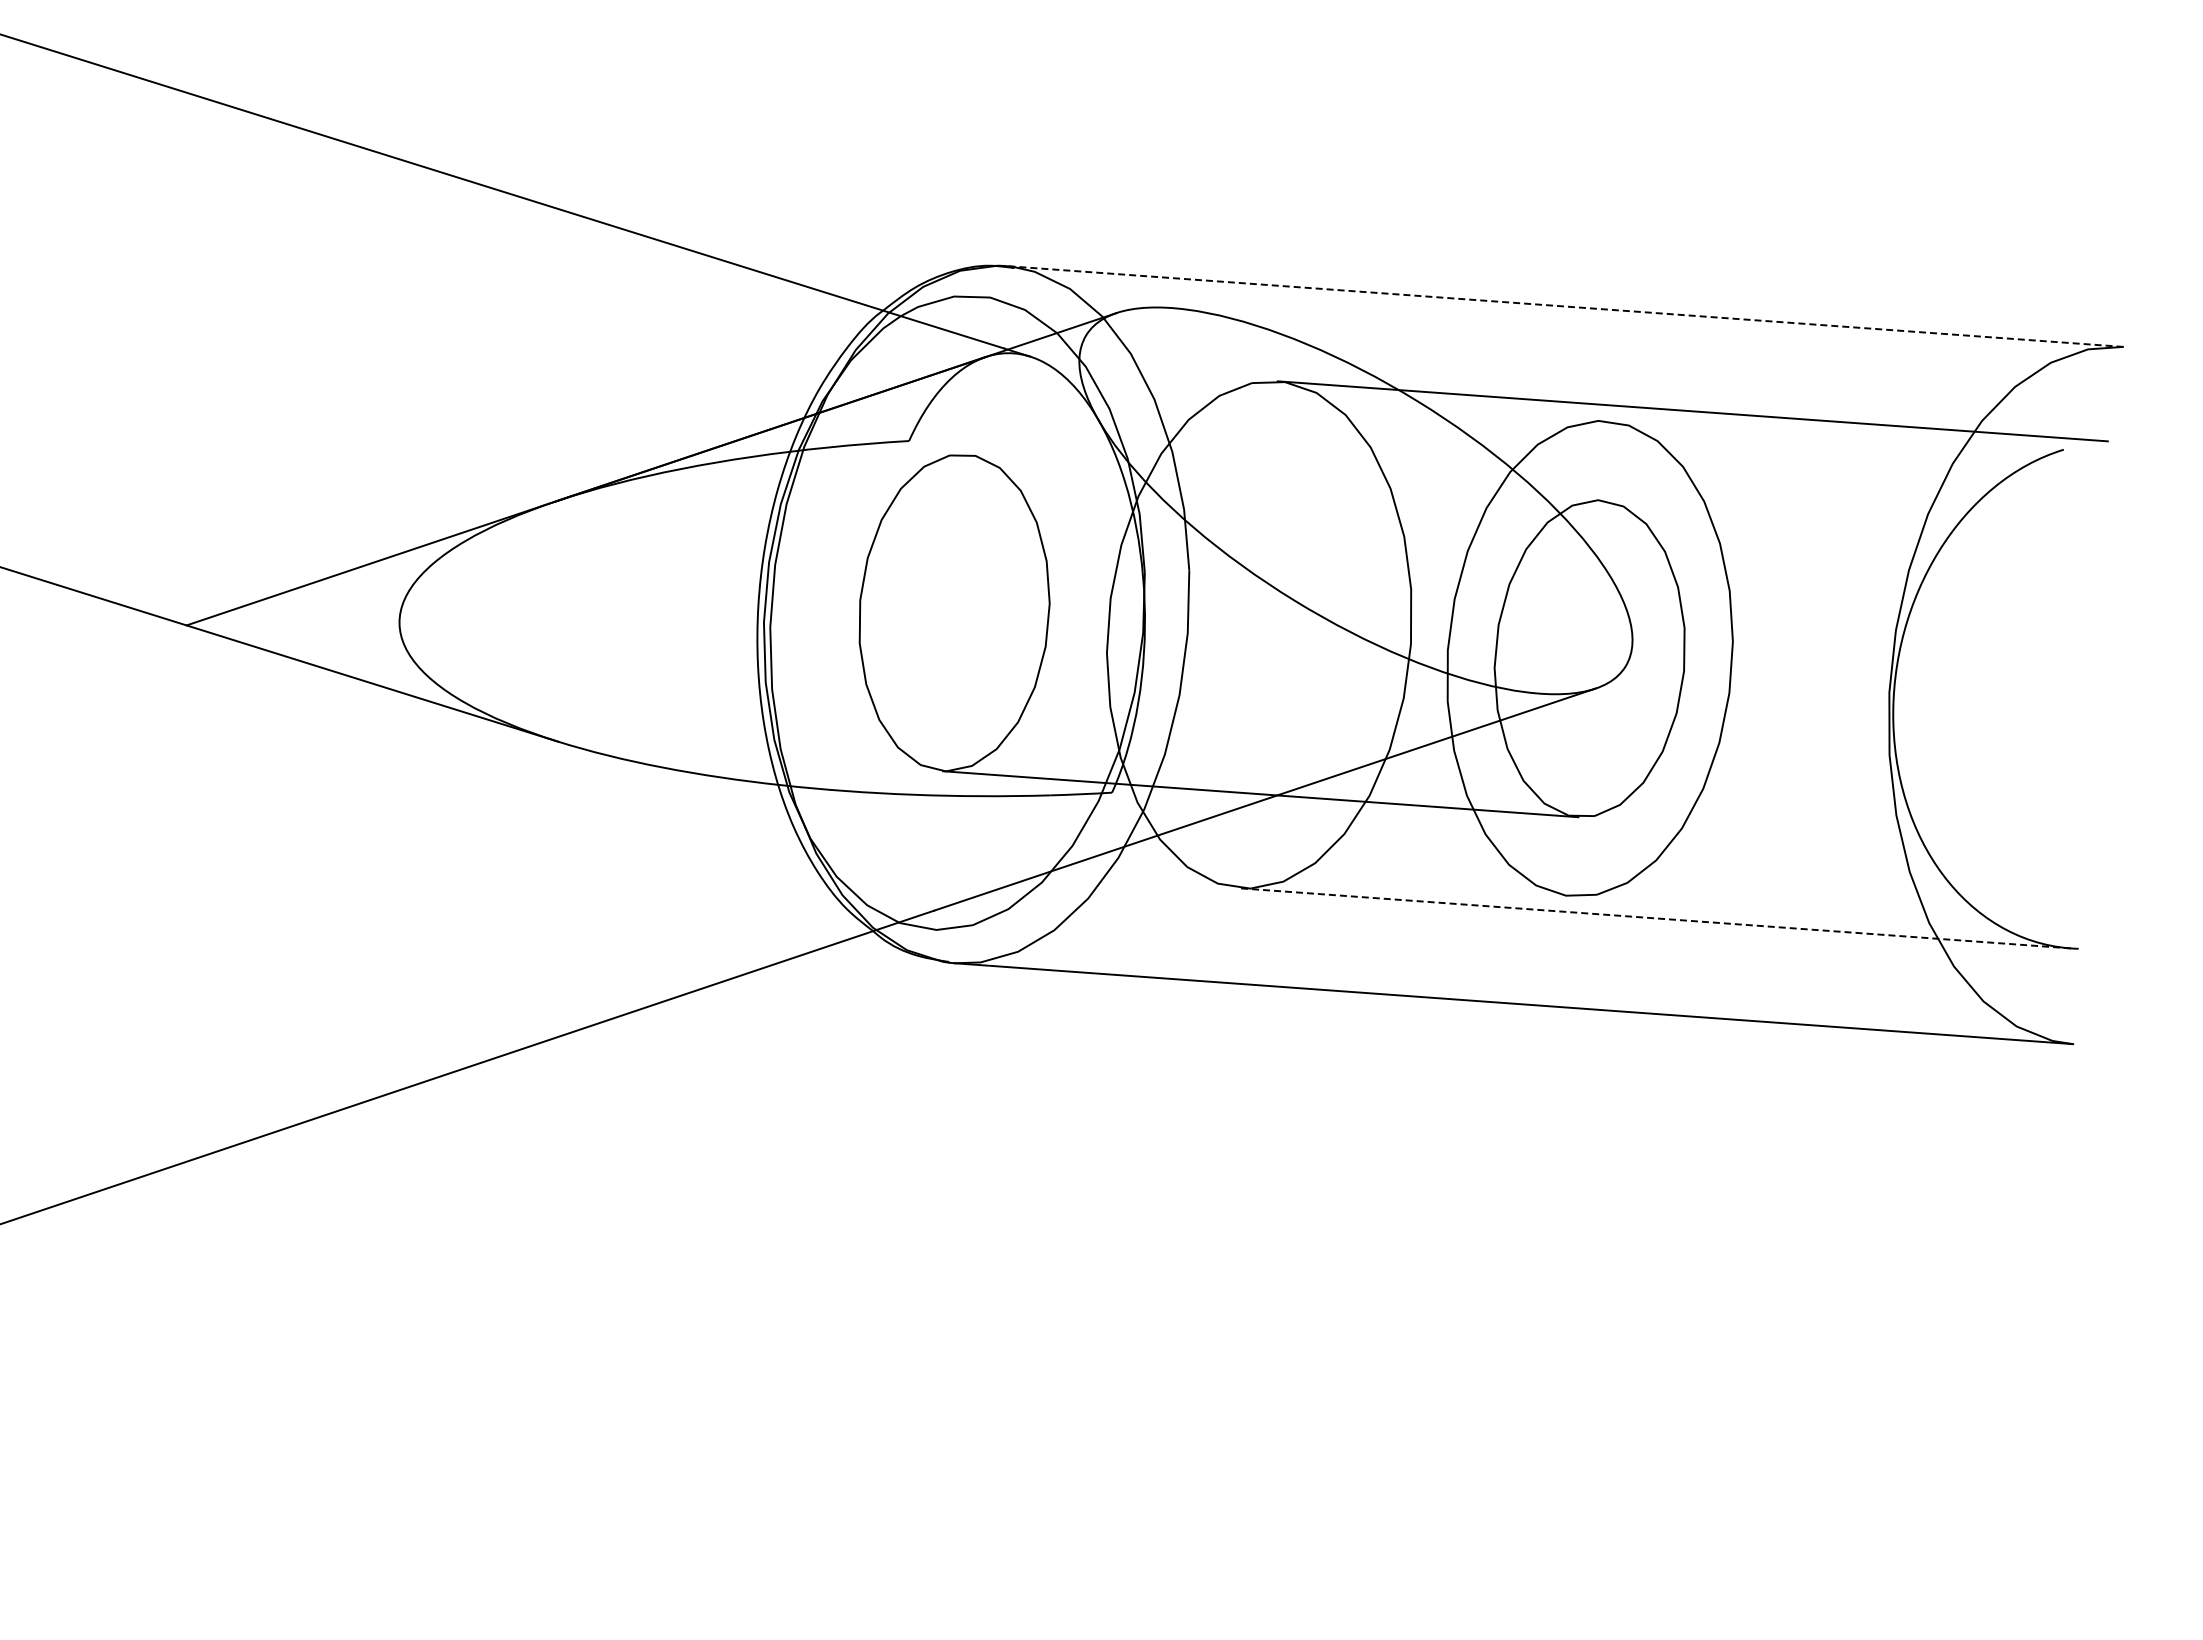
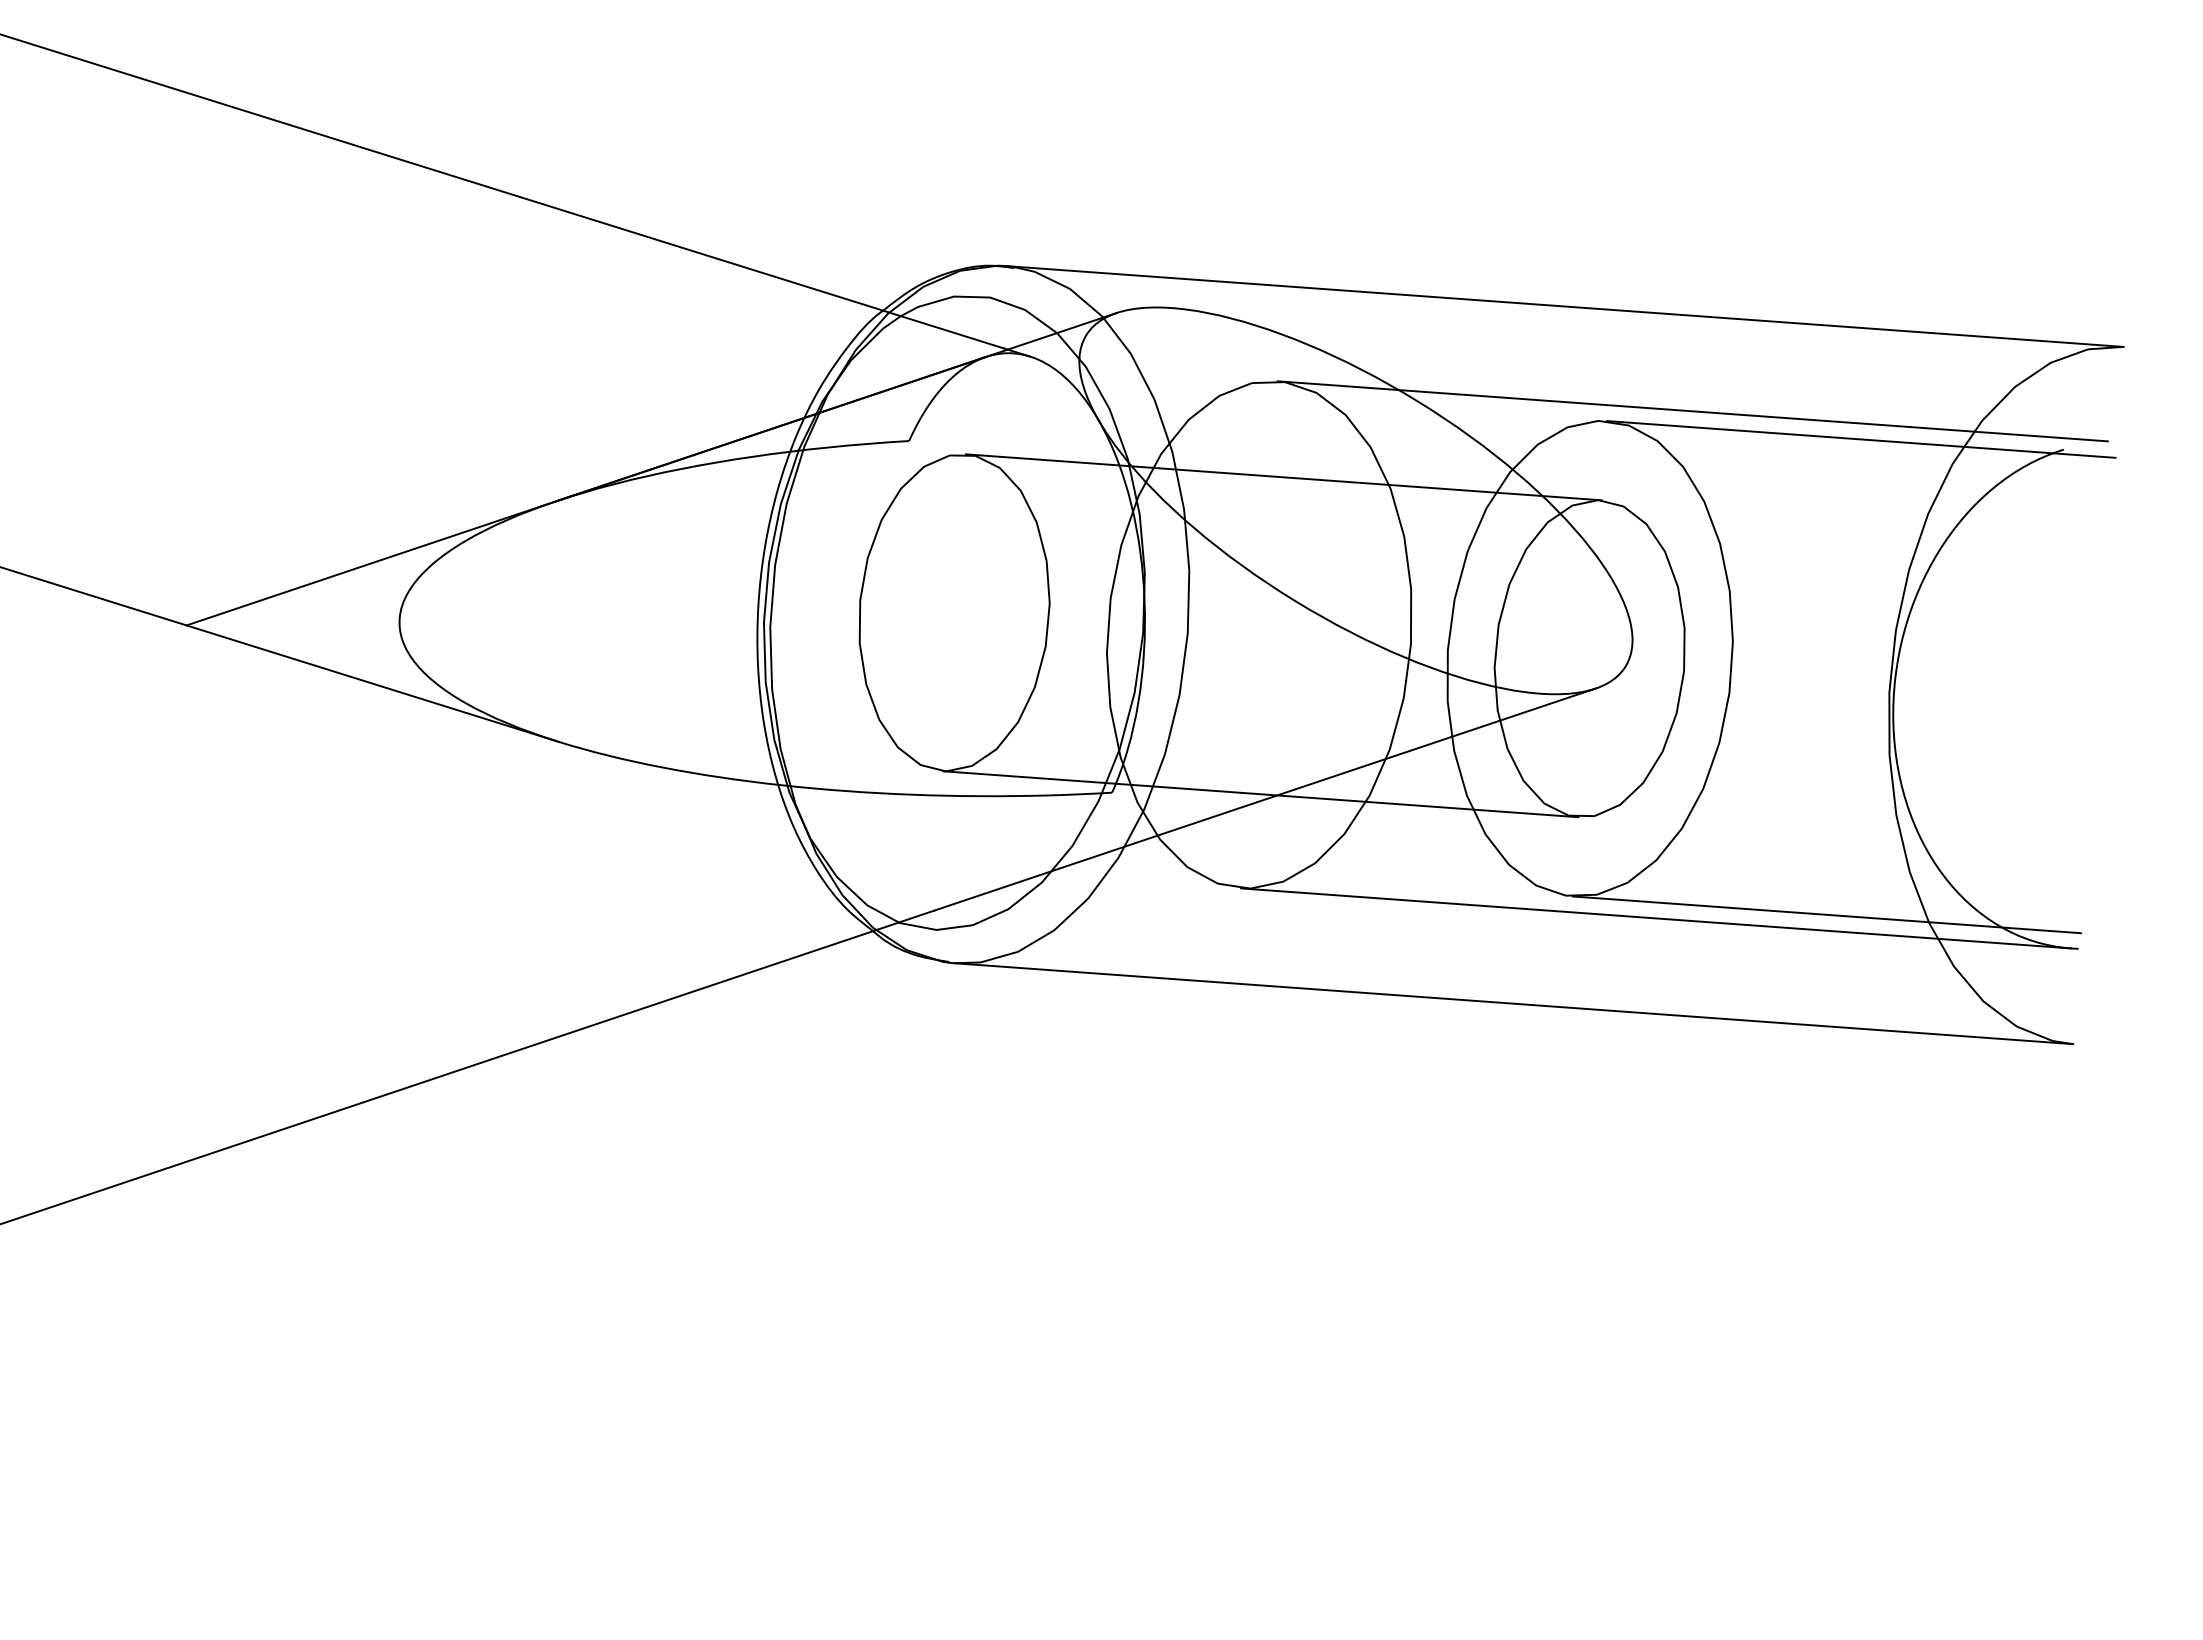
line at (1564, 306): dashed -> solid
line at (1861, 439): none -> present
line at (1283, 477): none -> present
line at (1826, 914): none -> present
line at (1656, 918): dashed -> solid
